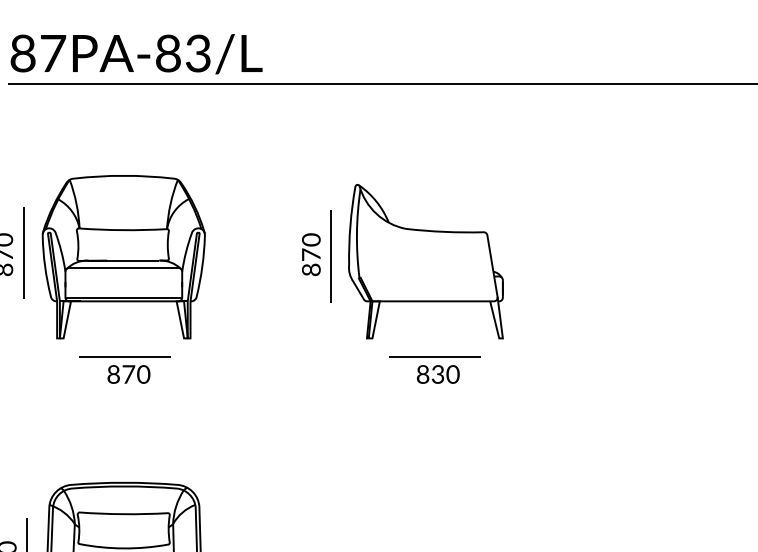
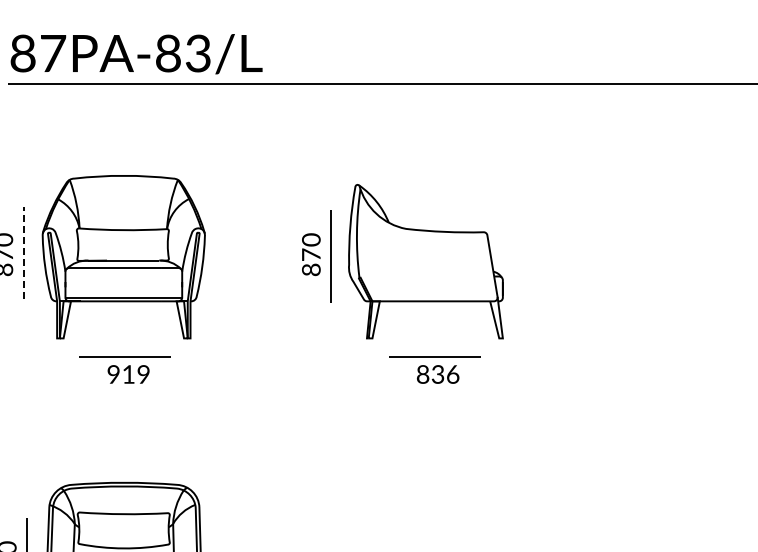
line at (24, 252): solid -> dashed
text at (128, 374): 870 -> 919
text at (452, 374): 830 -> 836
